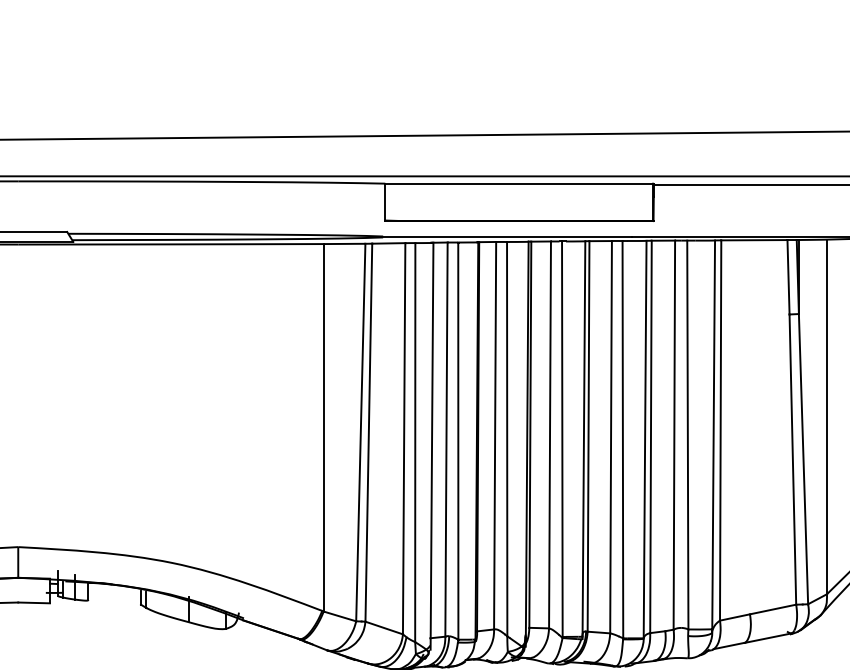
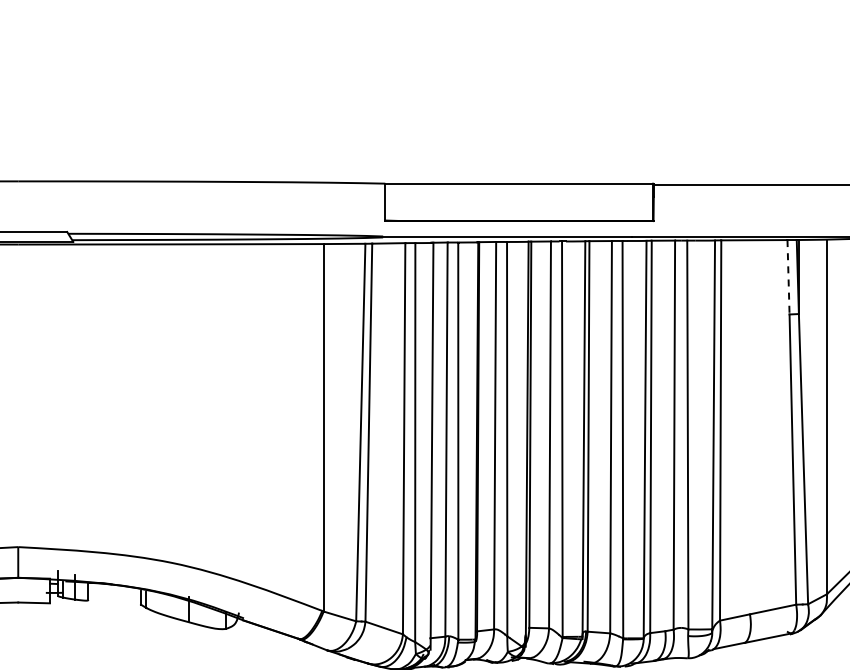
line at (424, 135): present -> none
line at (424, 176): present -> none
line at (788, 277): solid -> dashed
